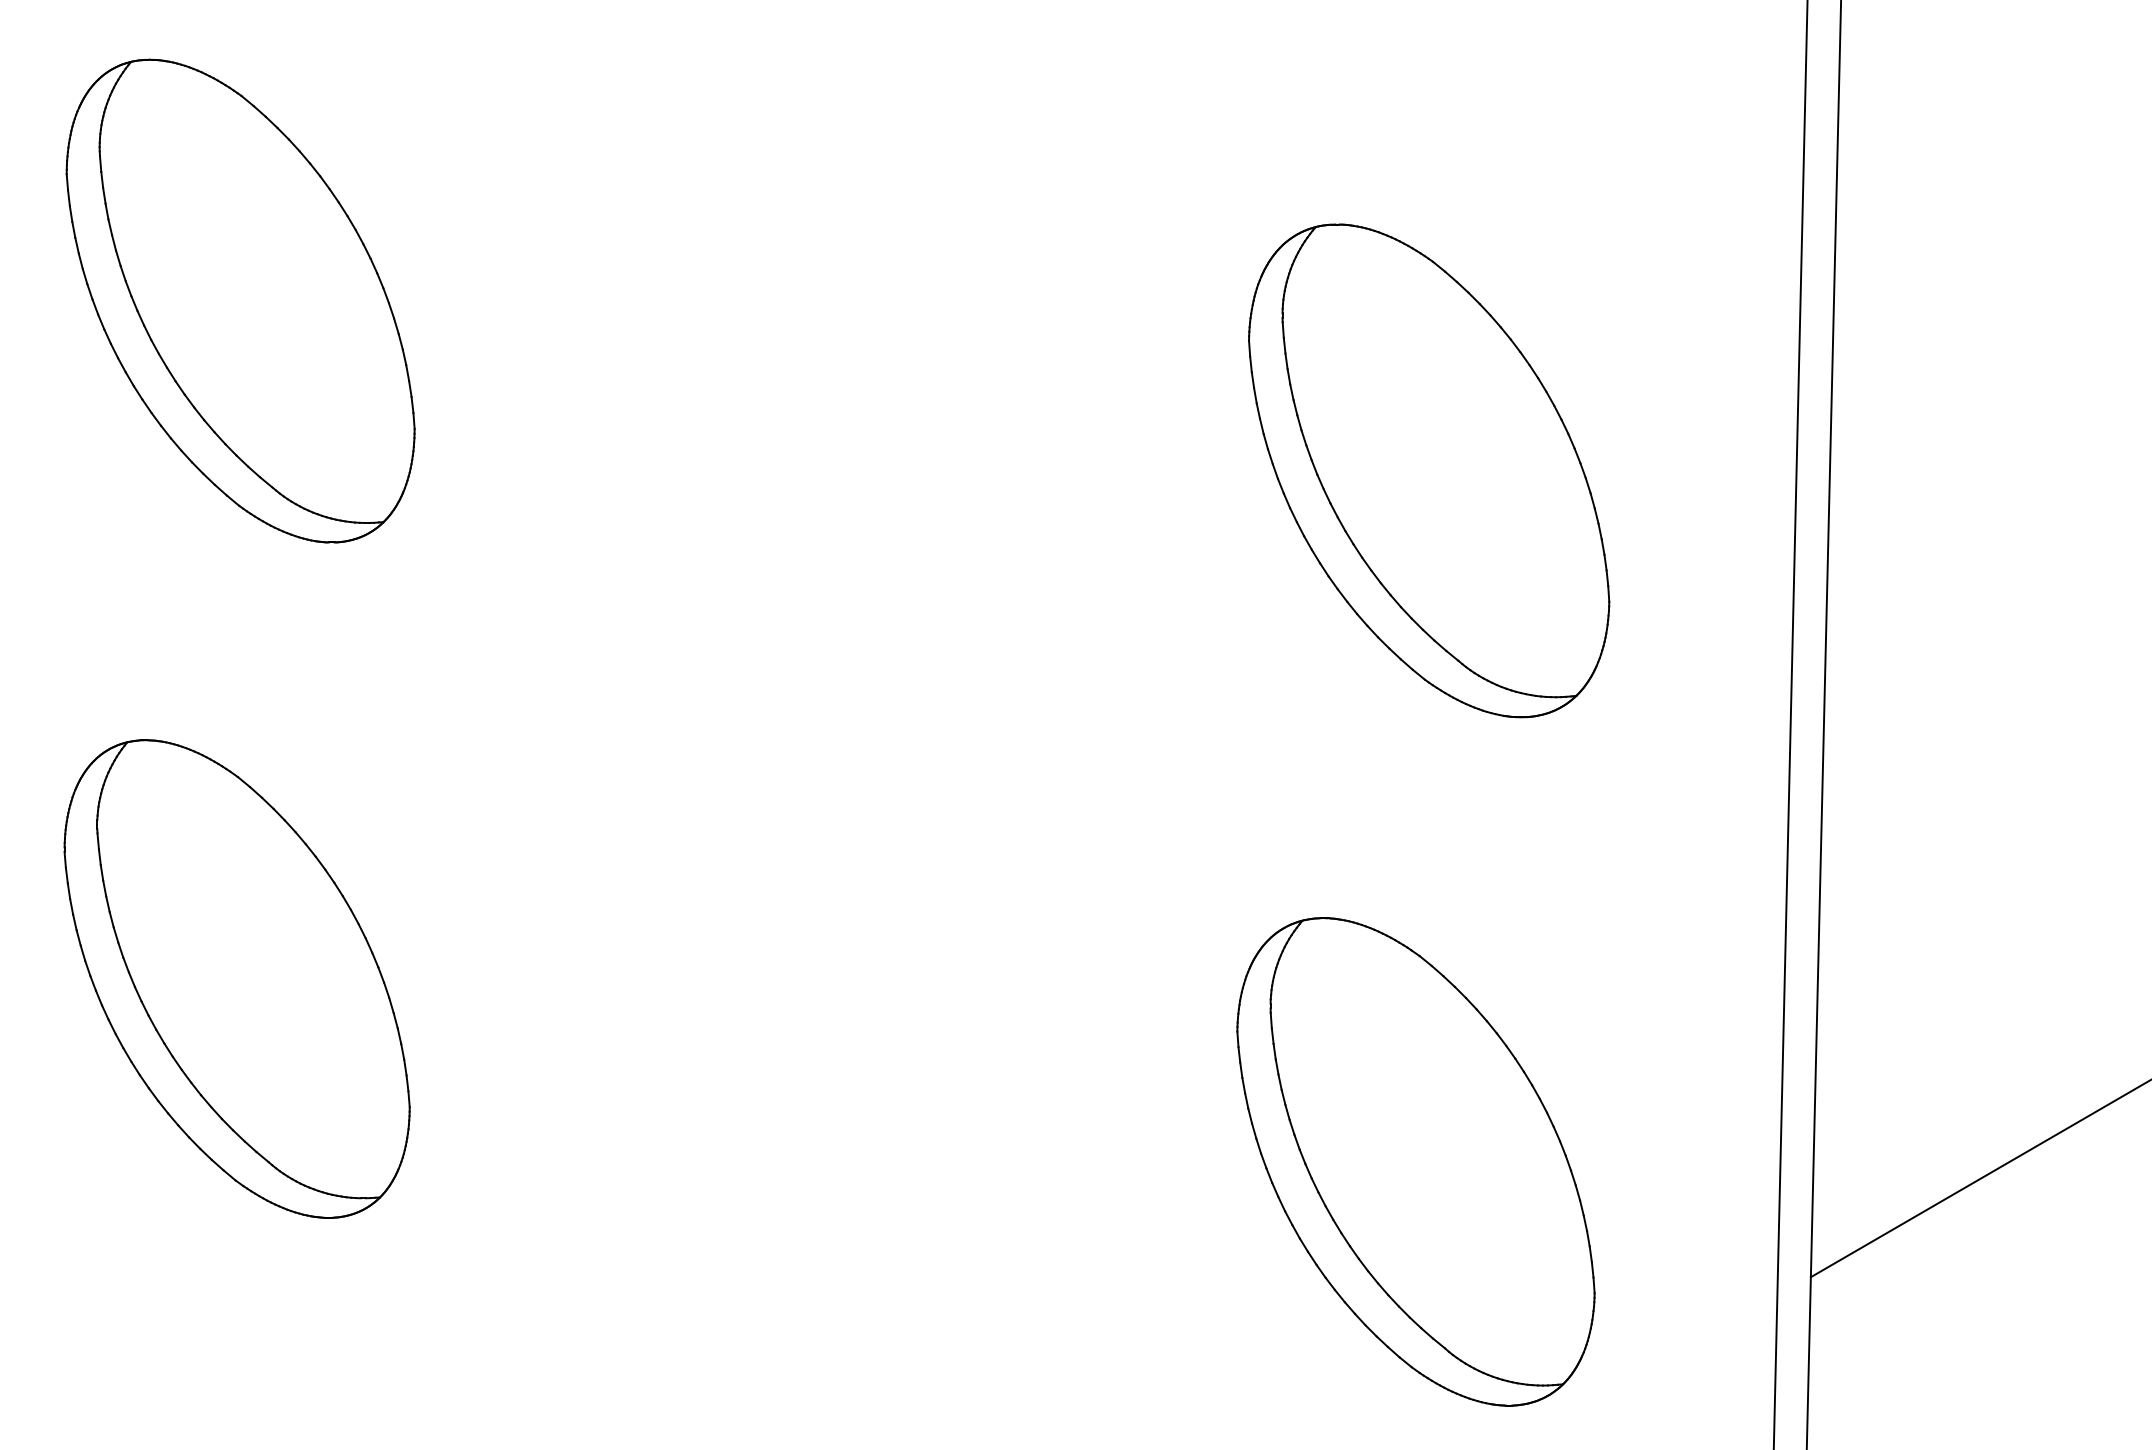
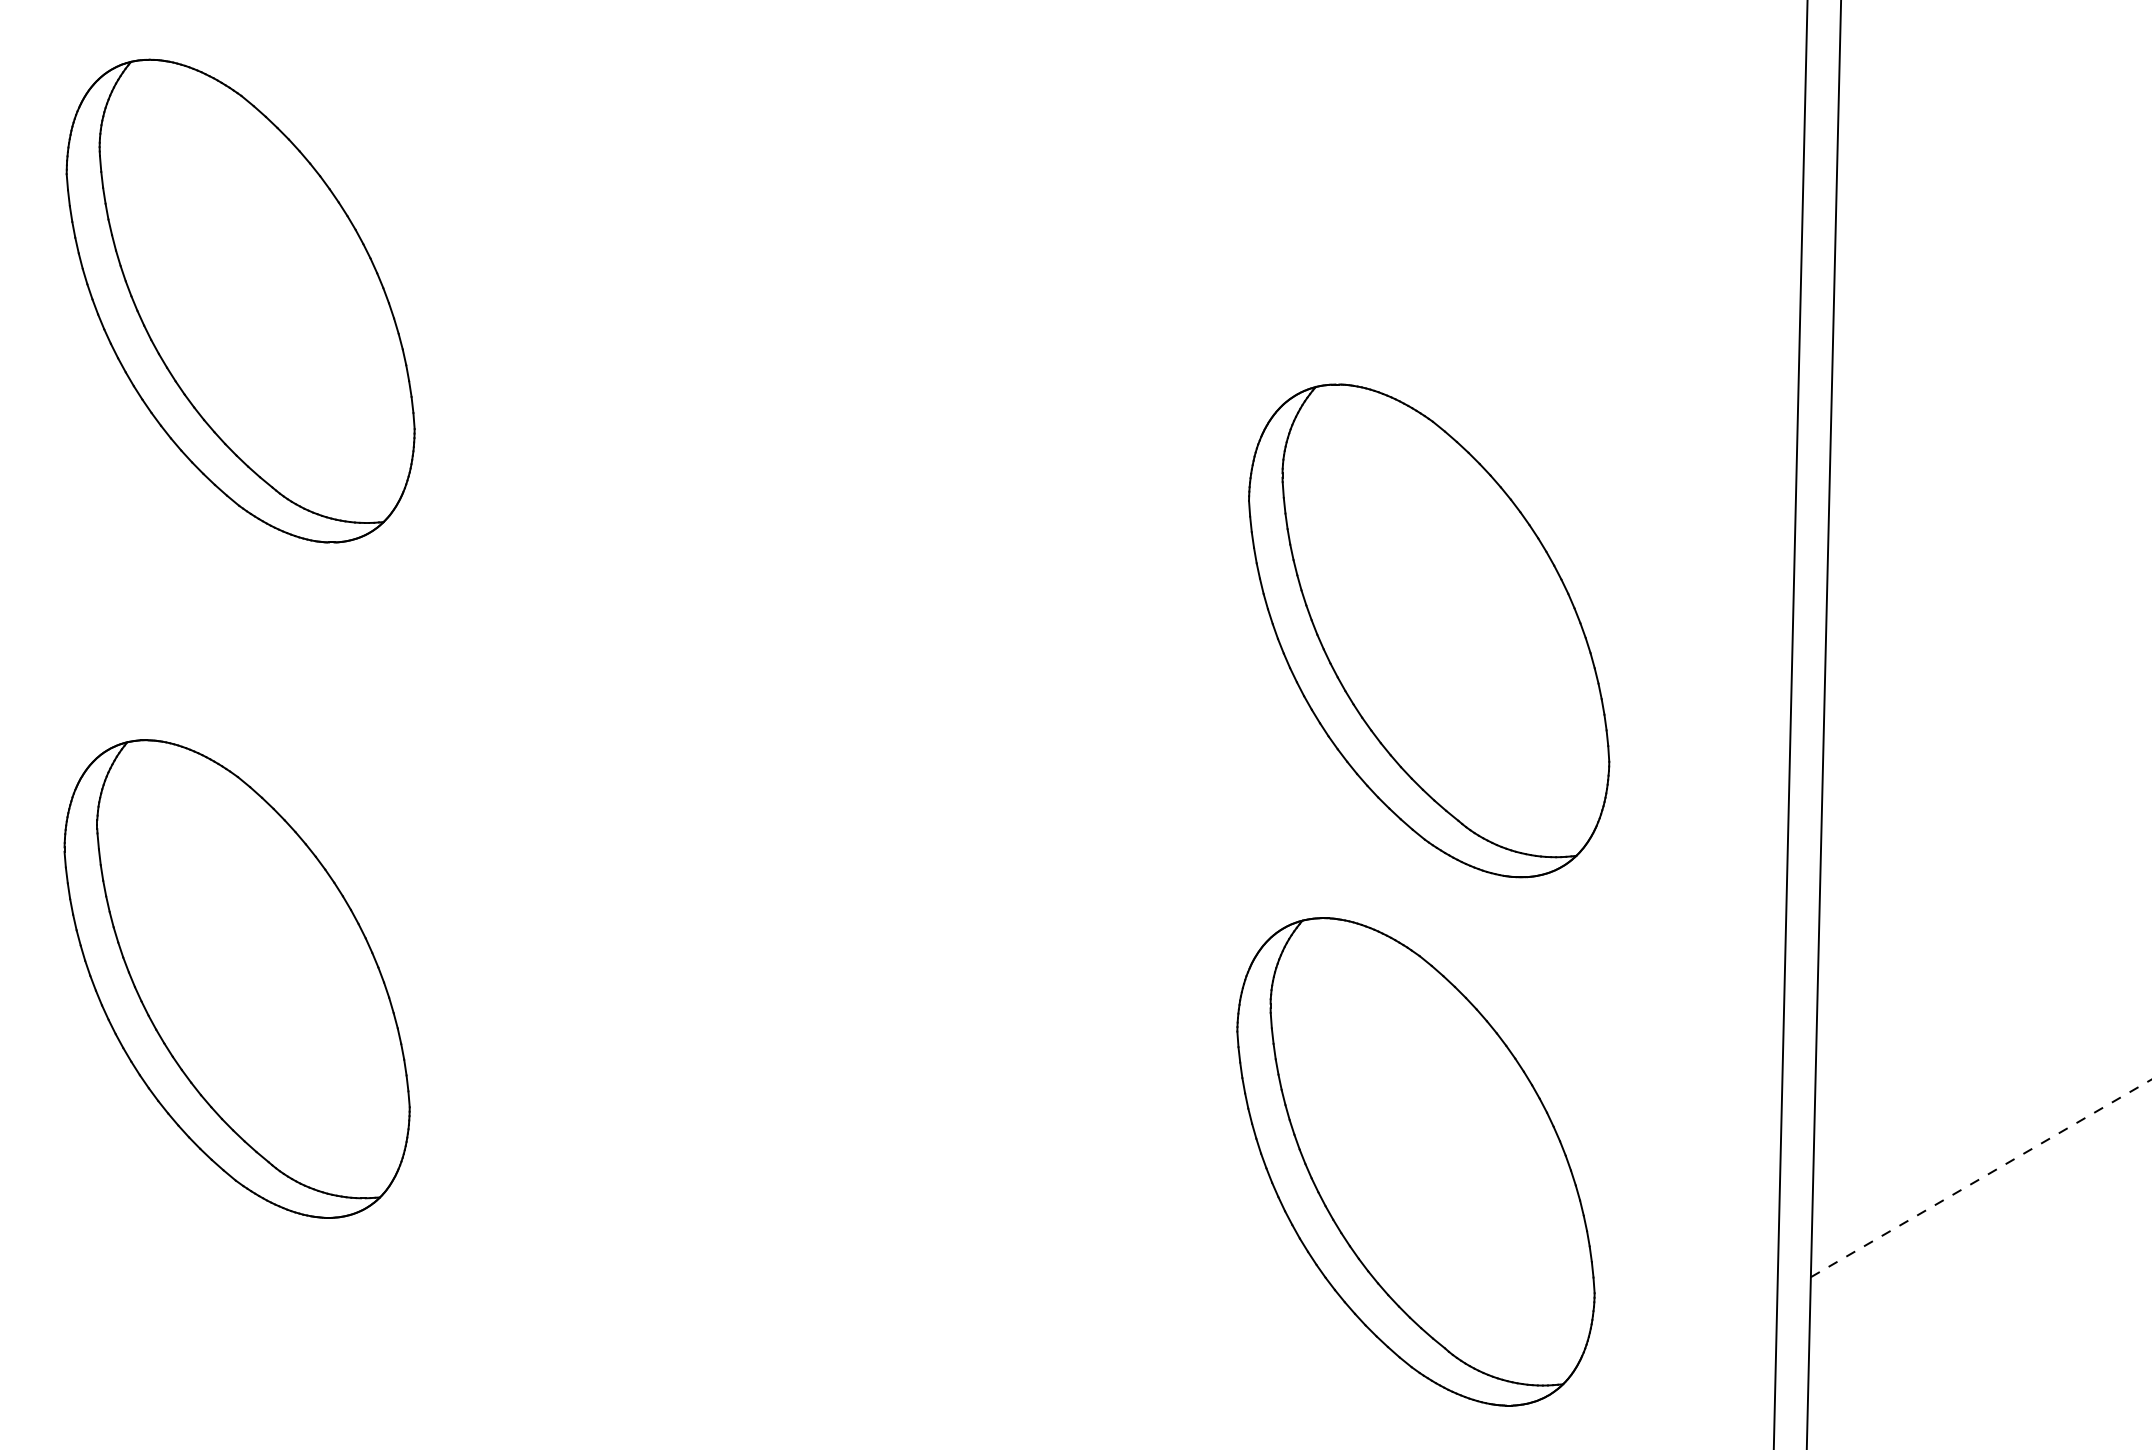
part at (1429, 470) position: (1429, 470) -> (1429, 630)
line at (1981, 1178): solid -> dashed
